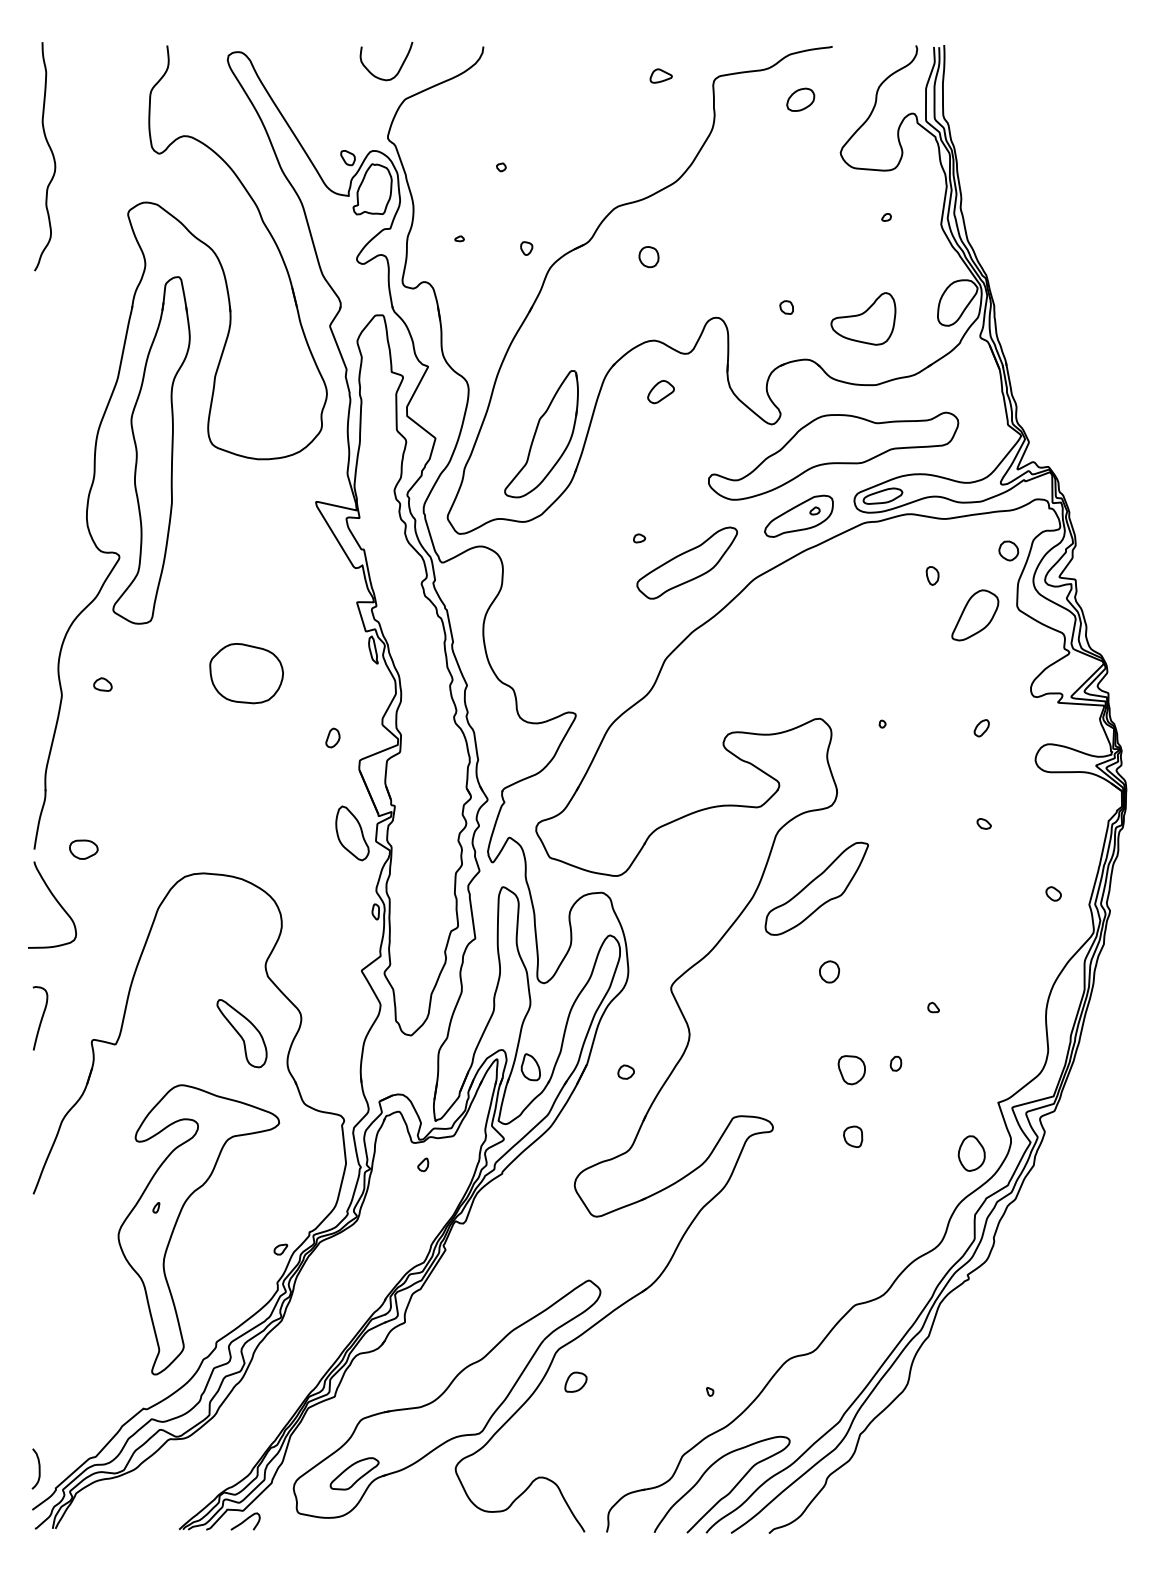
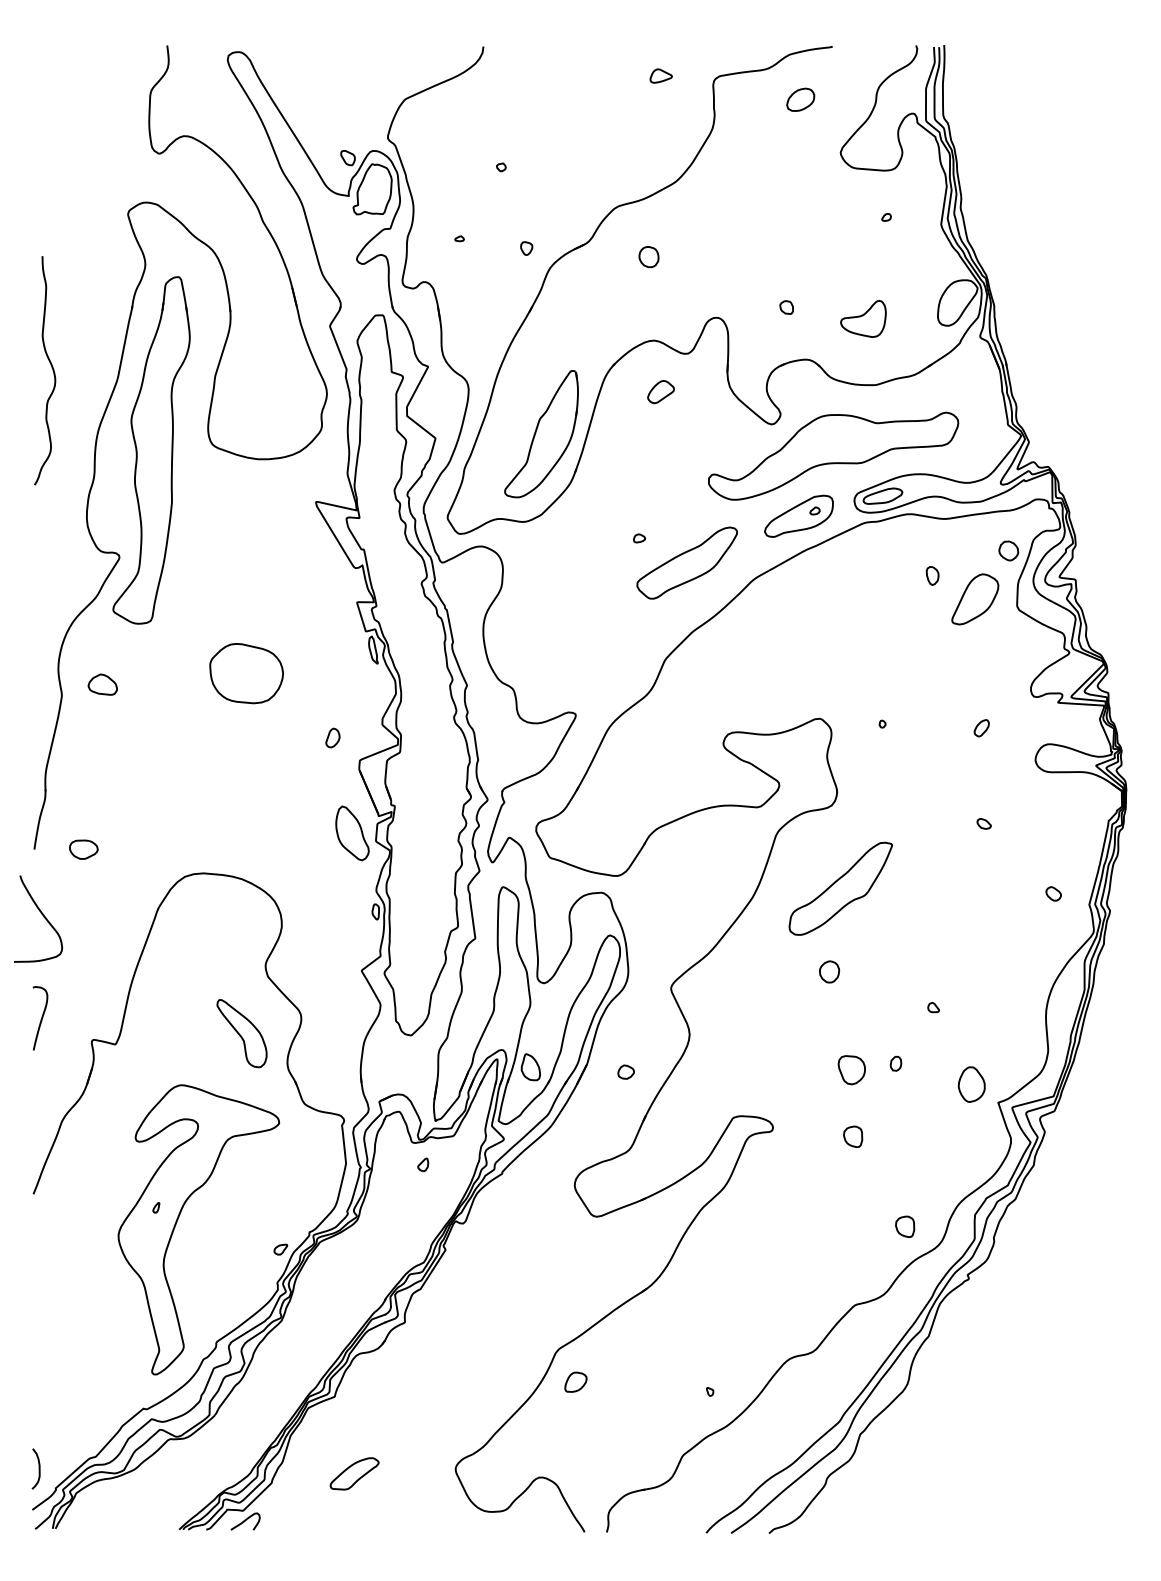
curve at (399, 68): present -> none
curve at (51, 153) position: (51, 153) -> (51, 367)
part at (863, 318) size: 67x54 px -> 47x38 px
part at (975, 615) position: (975, 615) -> (975, 599)
part at (102, 684) size: 20x15 px -> 31x23 px
part at (816, 888) position: (816, 888) -> (840, 888)
curve at (55, 900) position: (55, 900) -> (41, 914)
part at (971, 1153) position: (971, 1153) -> (971, 1084)
part at (905, 1226): none -> present
part at (446, 1398): present -> none
curve at (729, 1491): present -> none
